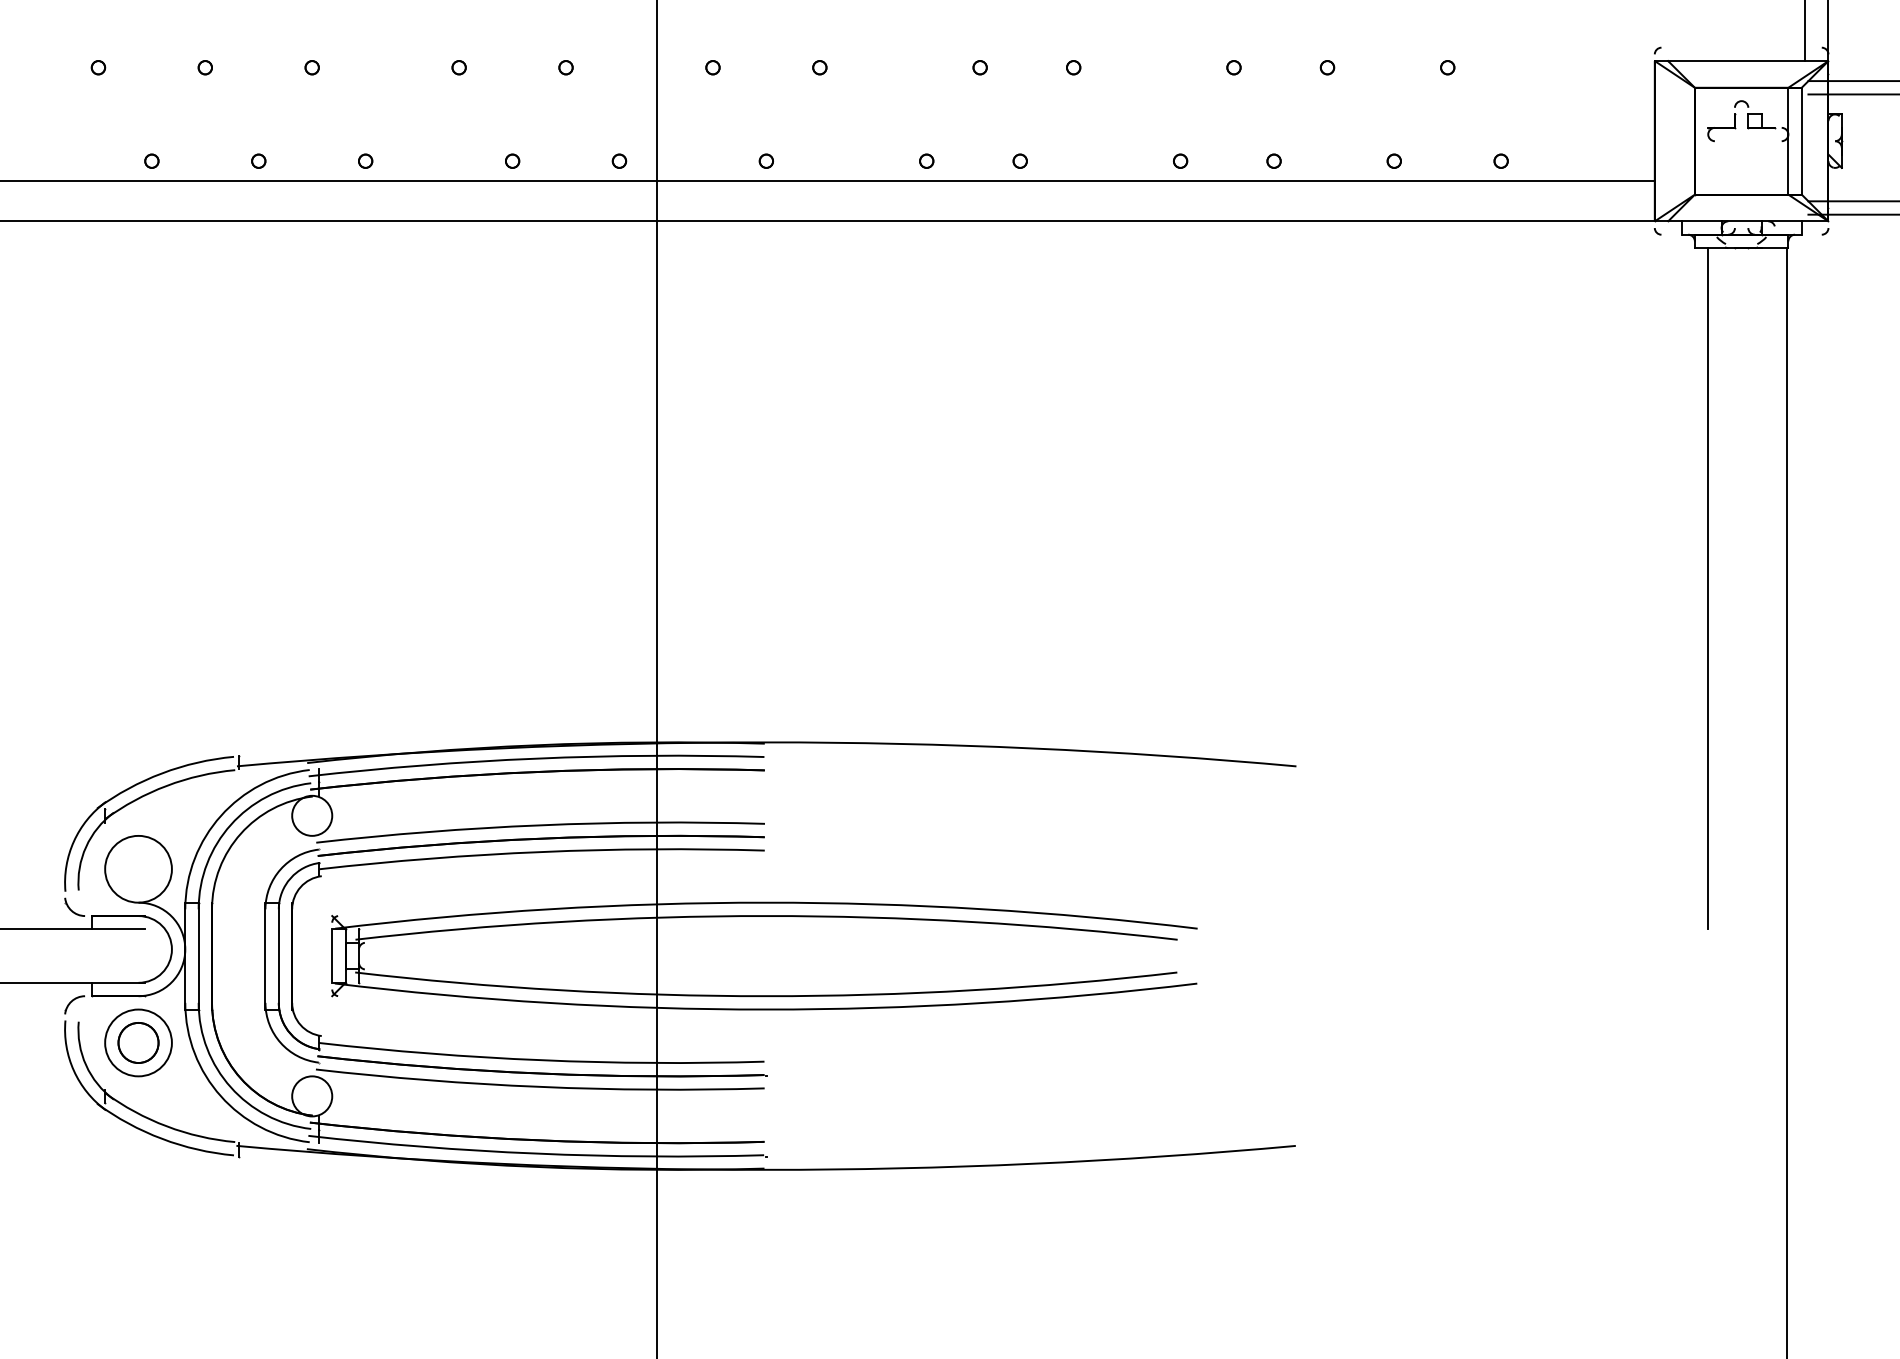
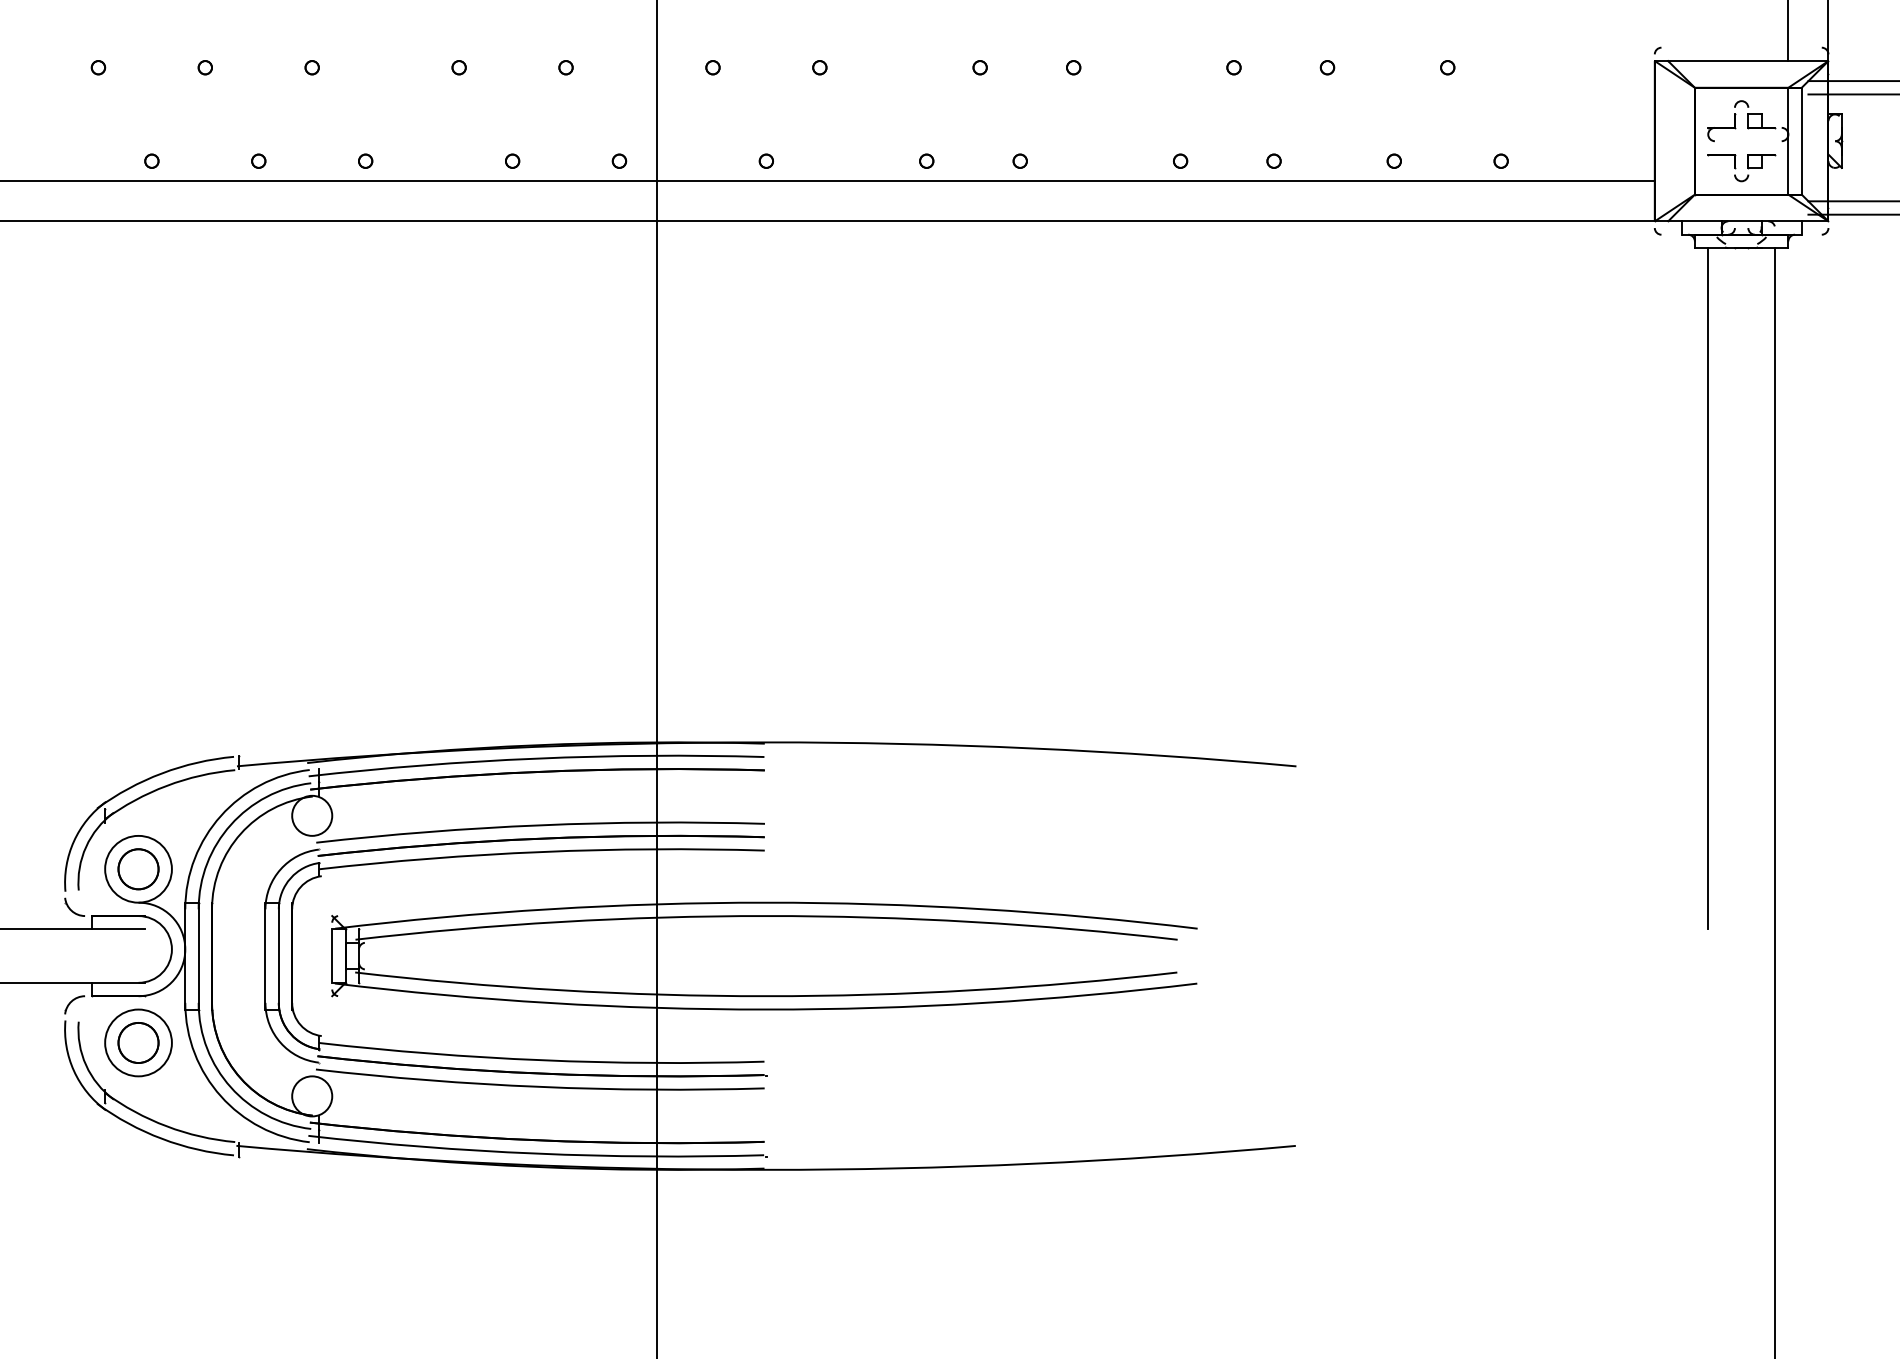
line at (1805, 31) position: (1805, 31) -> (1788, 31)
part at (1741, 168): none -> present
line at (1787, 801) position: (1787, 801) -> (1775, 801)
part at (138, 869): none -> present
